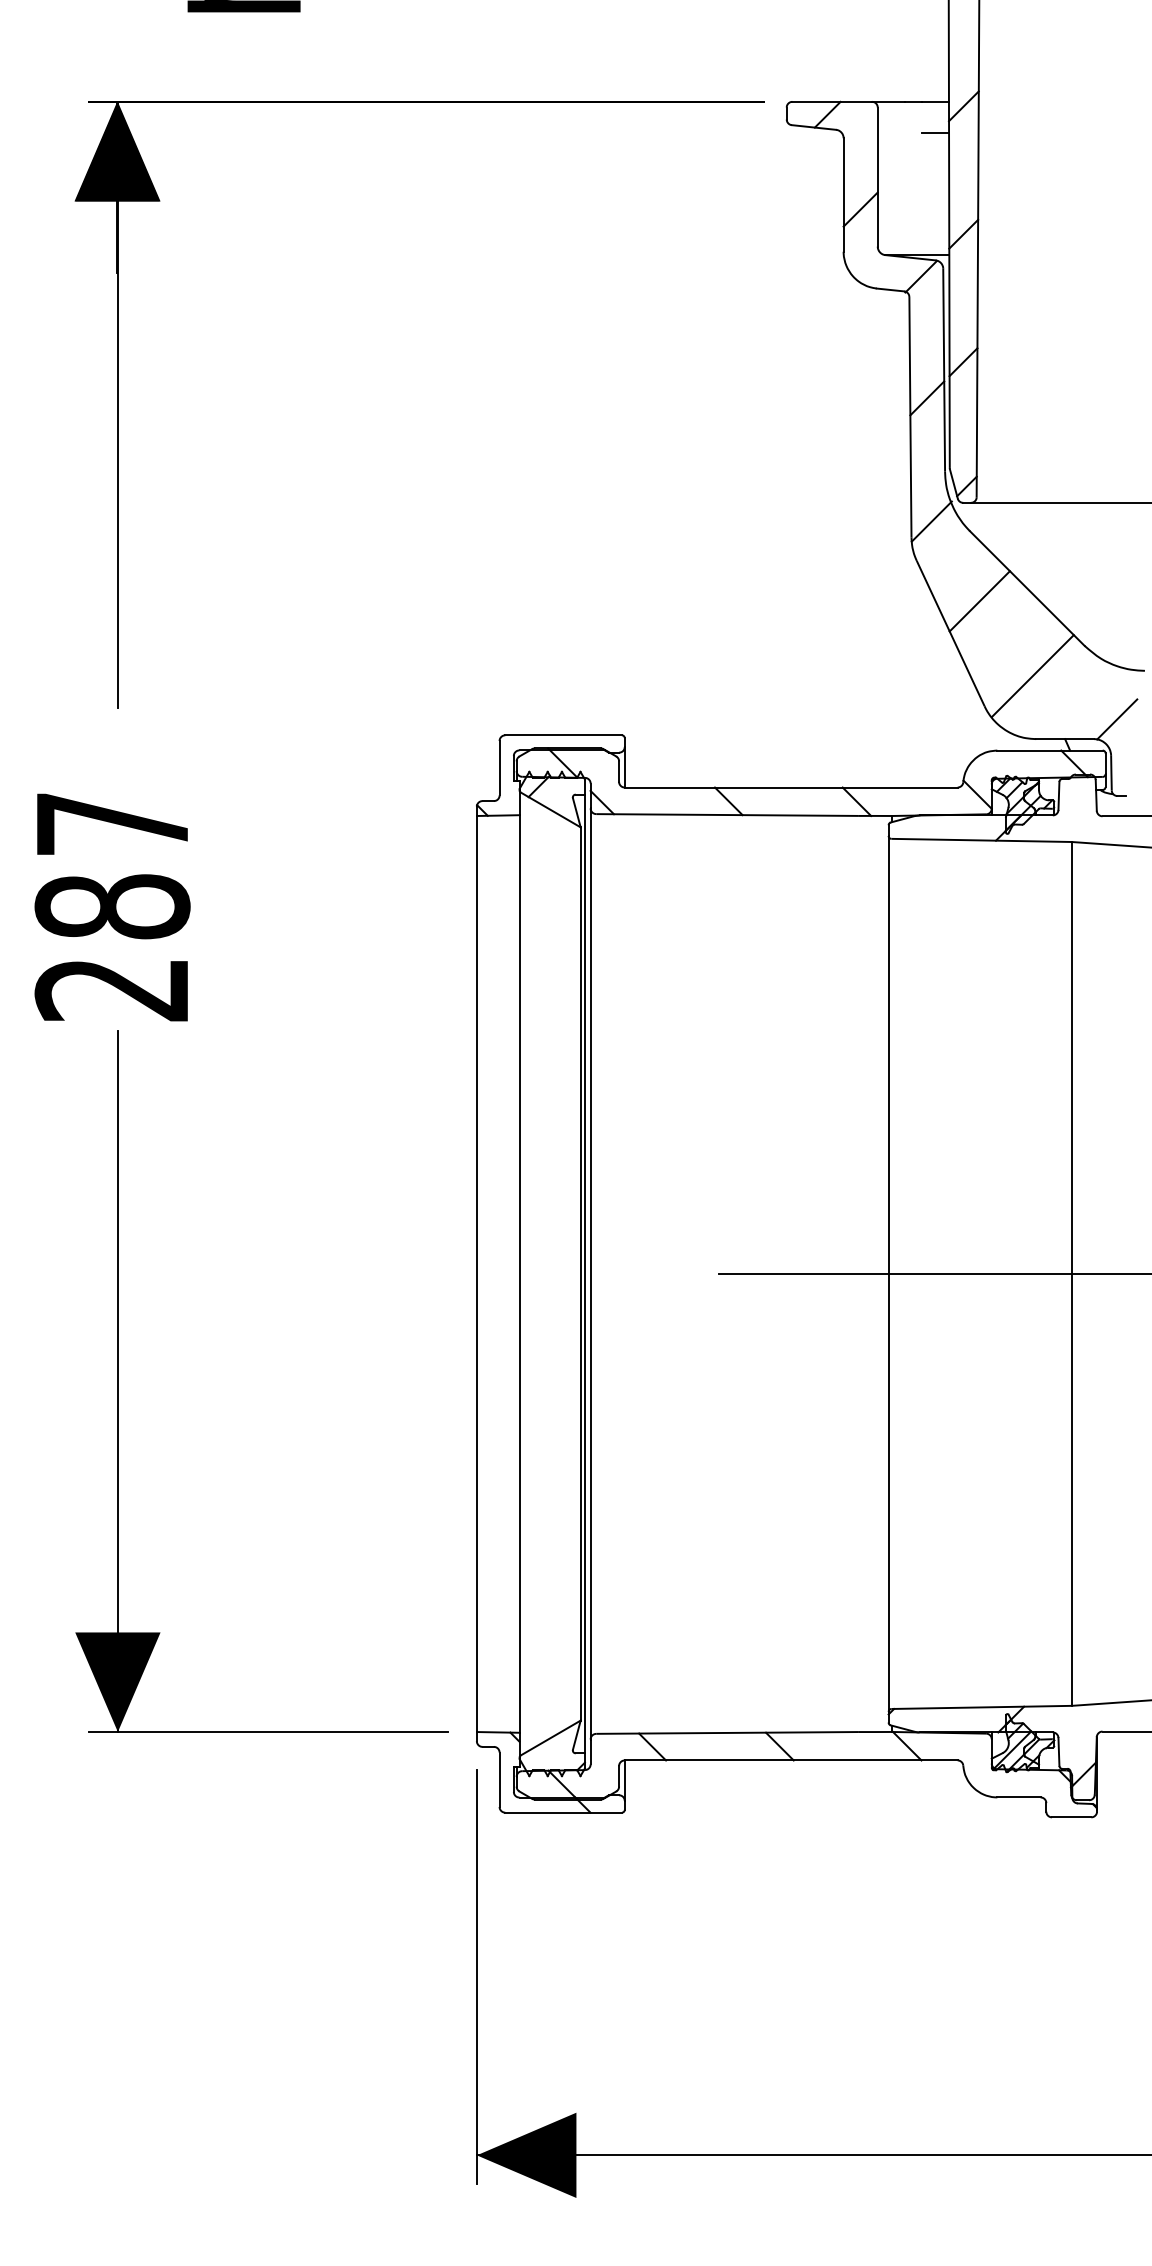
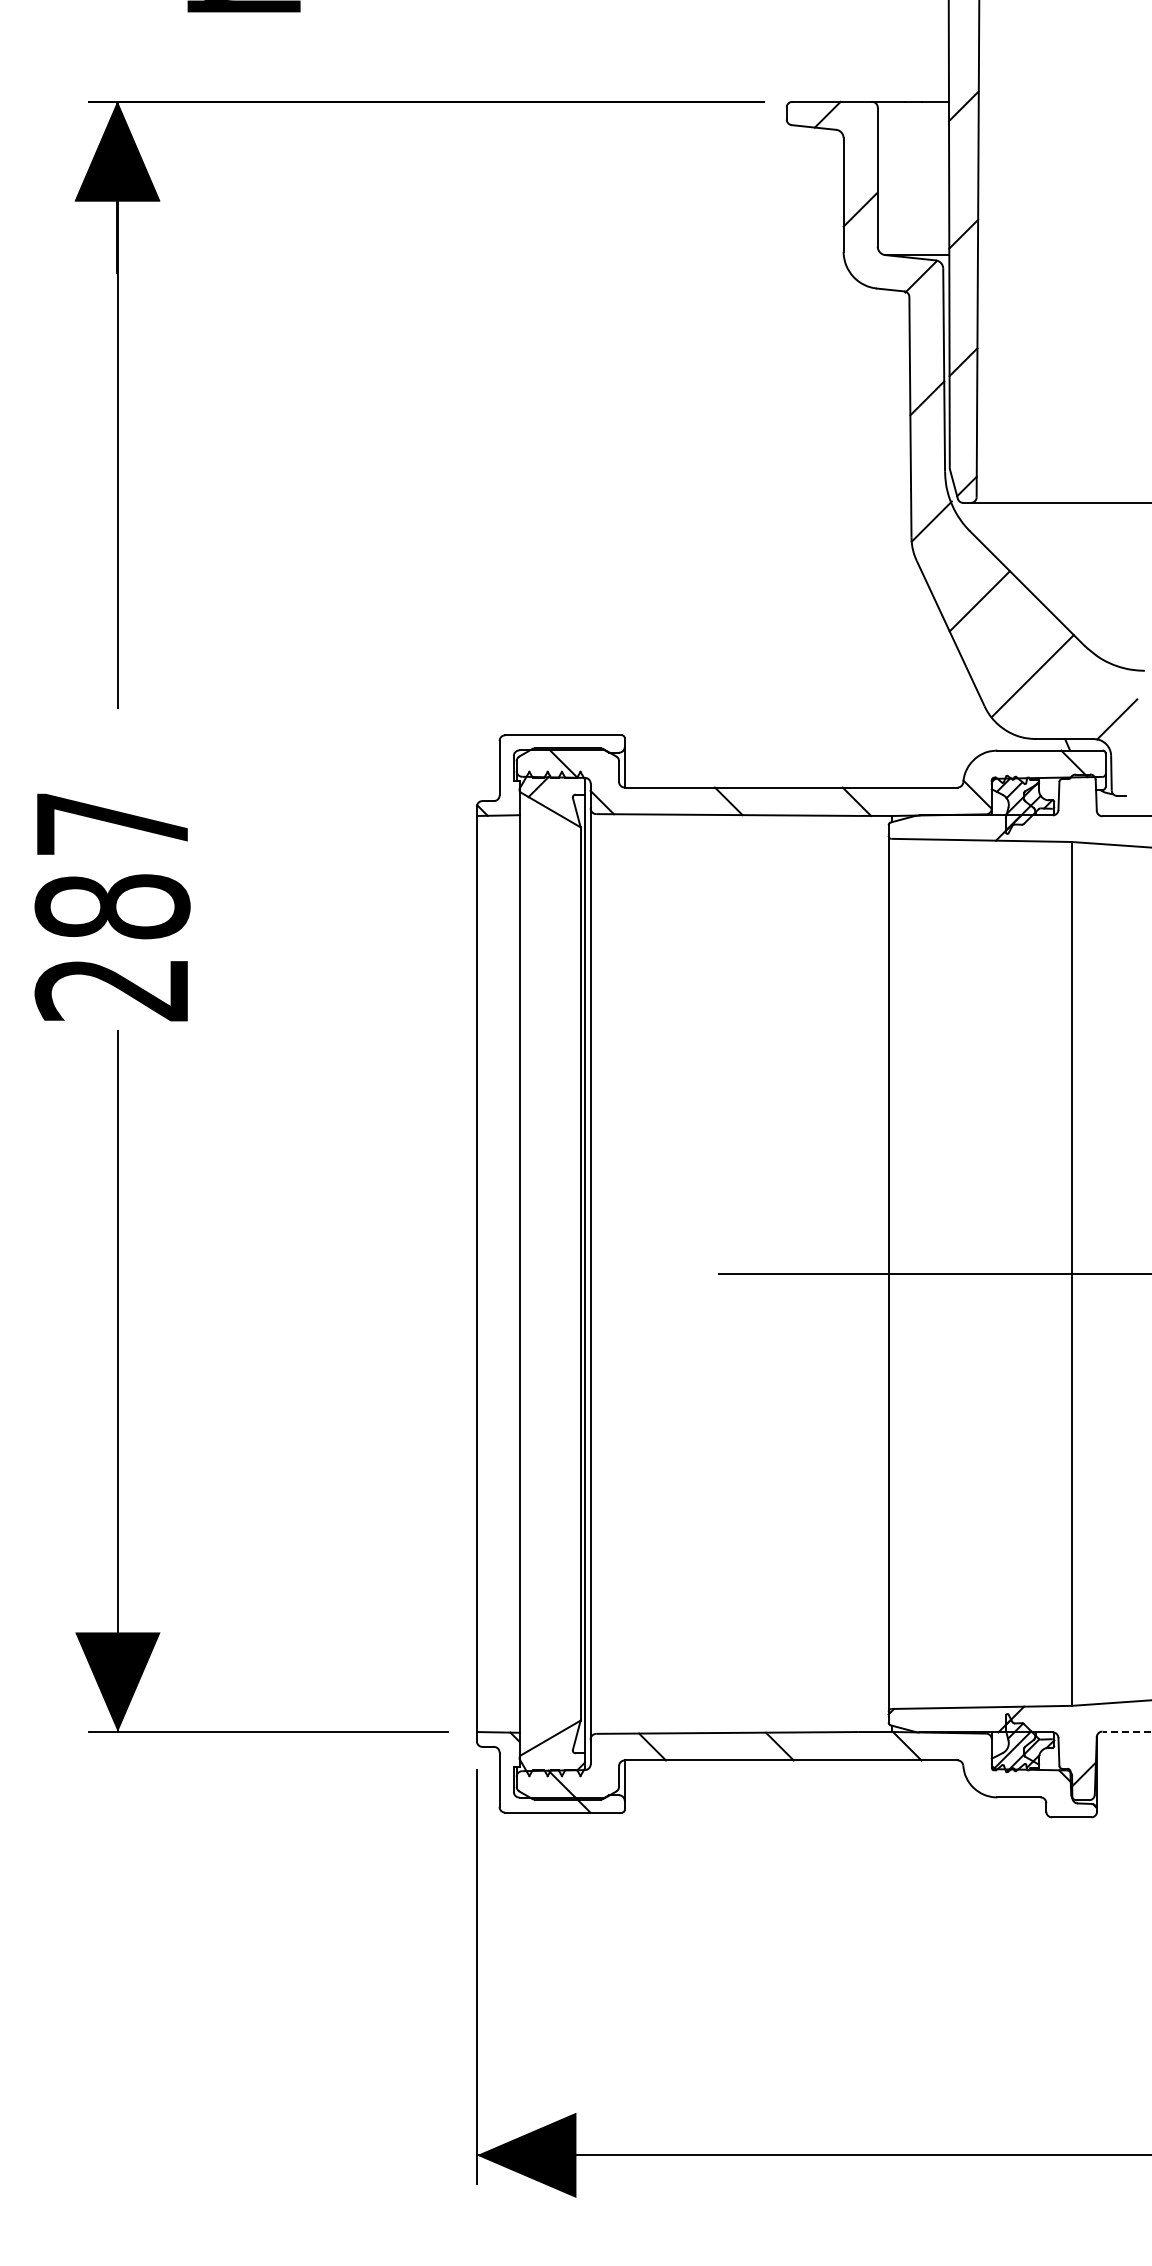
line at (934, 132): present -> none
line at (1126, 1731): solid -> dashed
